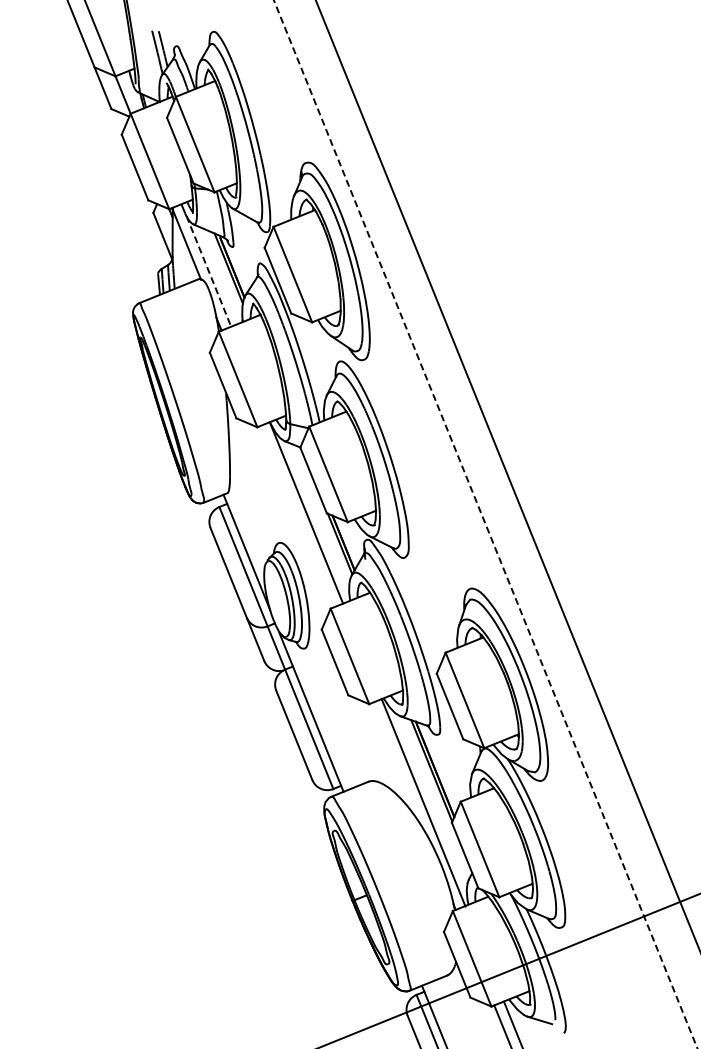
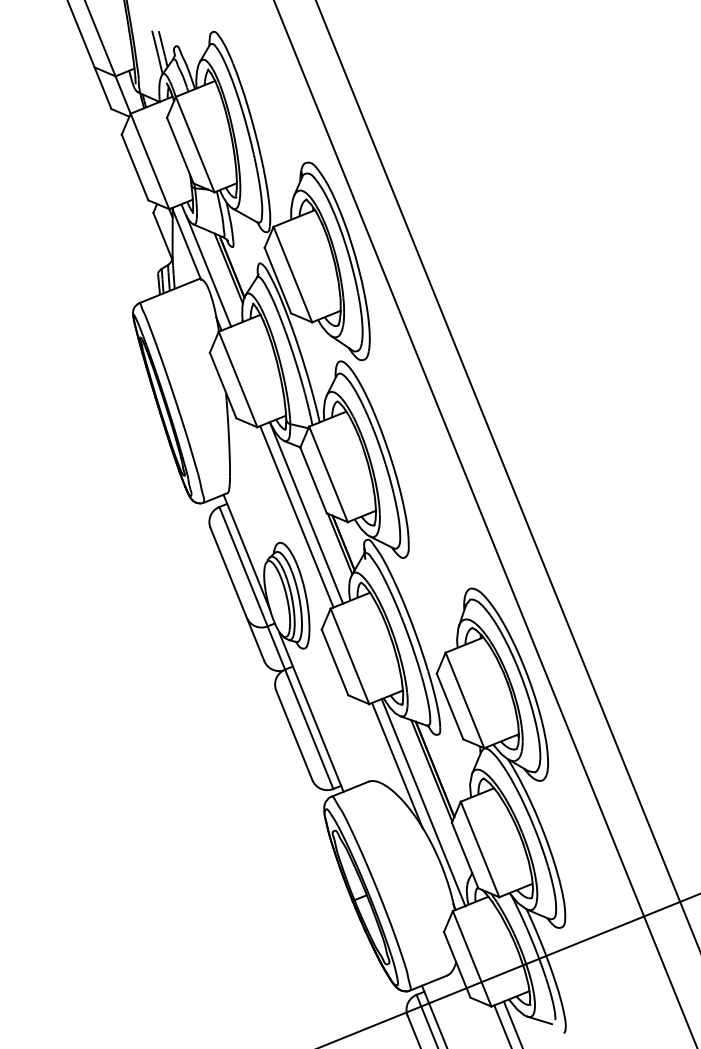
line at (208, 271): dashed -> solid
line at (296, 516): none -> present
line at (485, 524): dashed -> solid
line at (397, 765): none -> present
